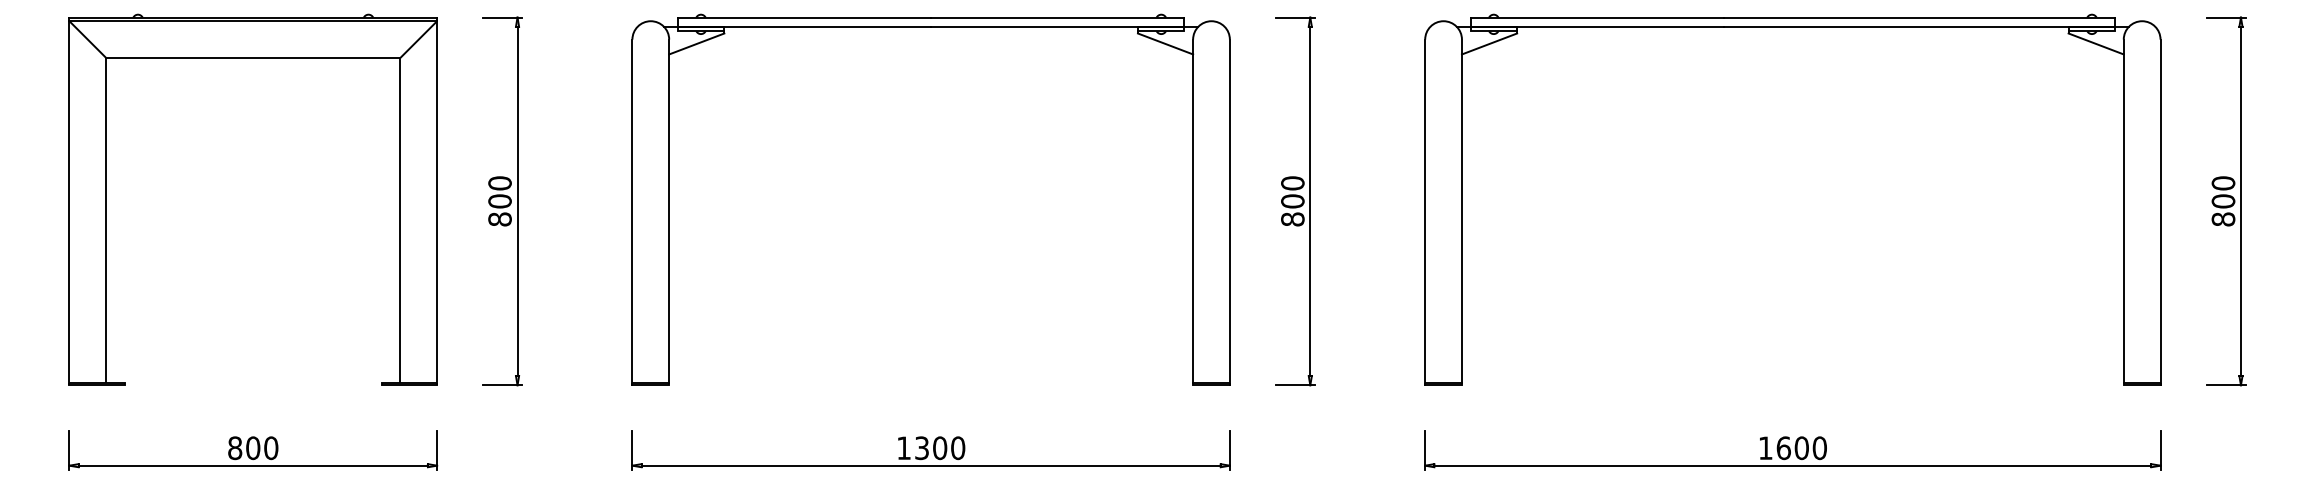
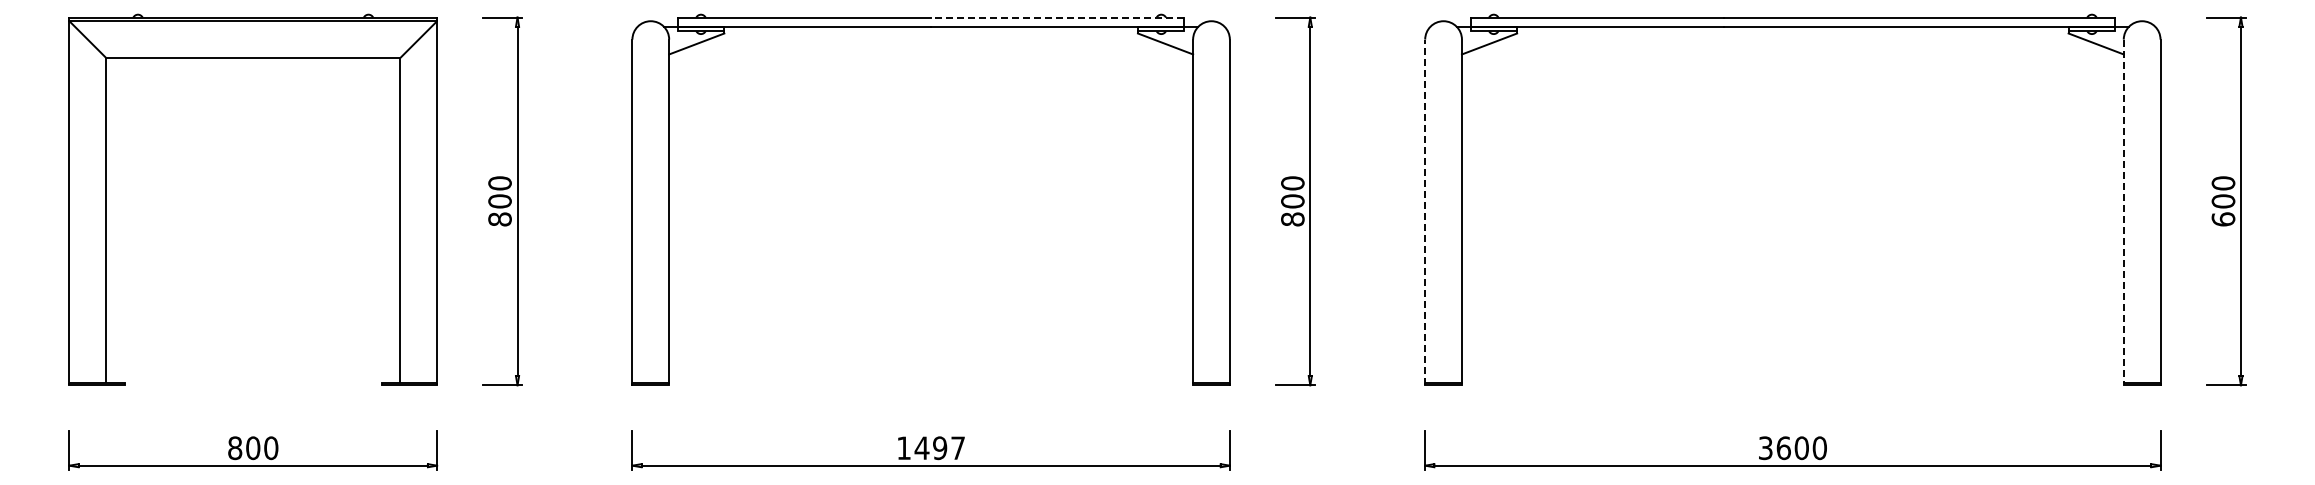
line at (1057, 17): solid -> dashed
line at (2123, 211): solid -> dashed
line at (1425, 212): solid -> dashed
text at (2223, 219): 800 -> 600
text at (939, 448): 1300 -> 1497
text at (1765, 448): 1600 -> 3600
